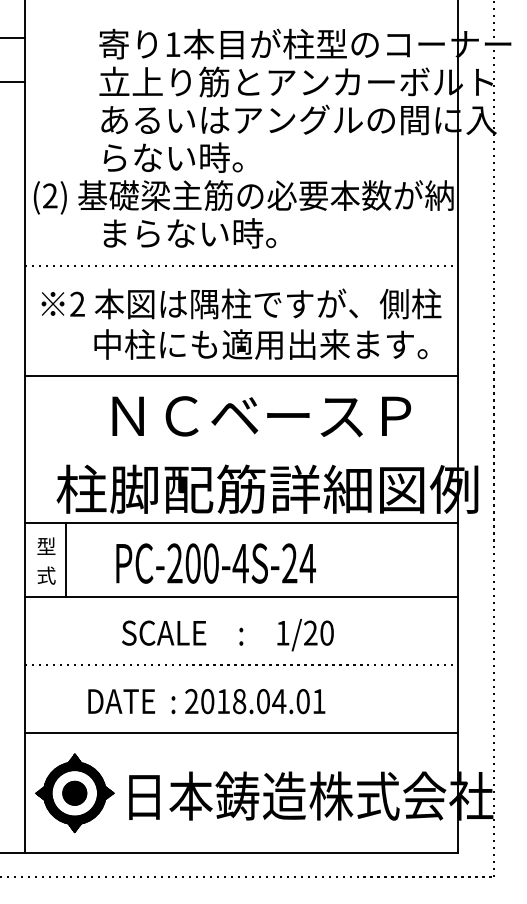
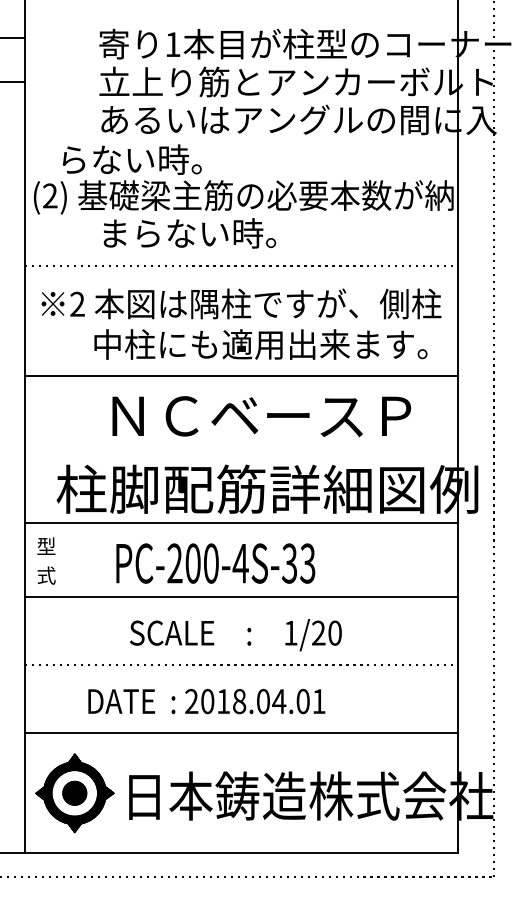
text at (172, 157) position: (172, 157) -> (131, 159)
line at (65, 559): present -> none
text at (298, 563): PC-200-4S-24 -> PC-200-4S-33
text at (227, 635) position: (227, 635) -> (235, 635)
